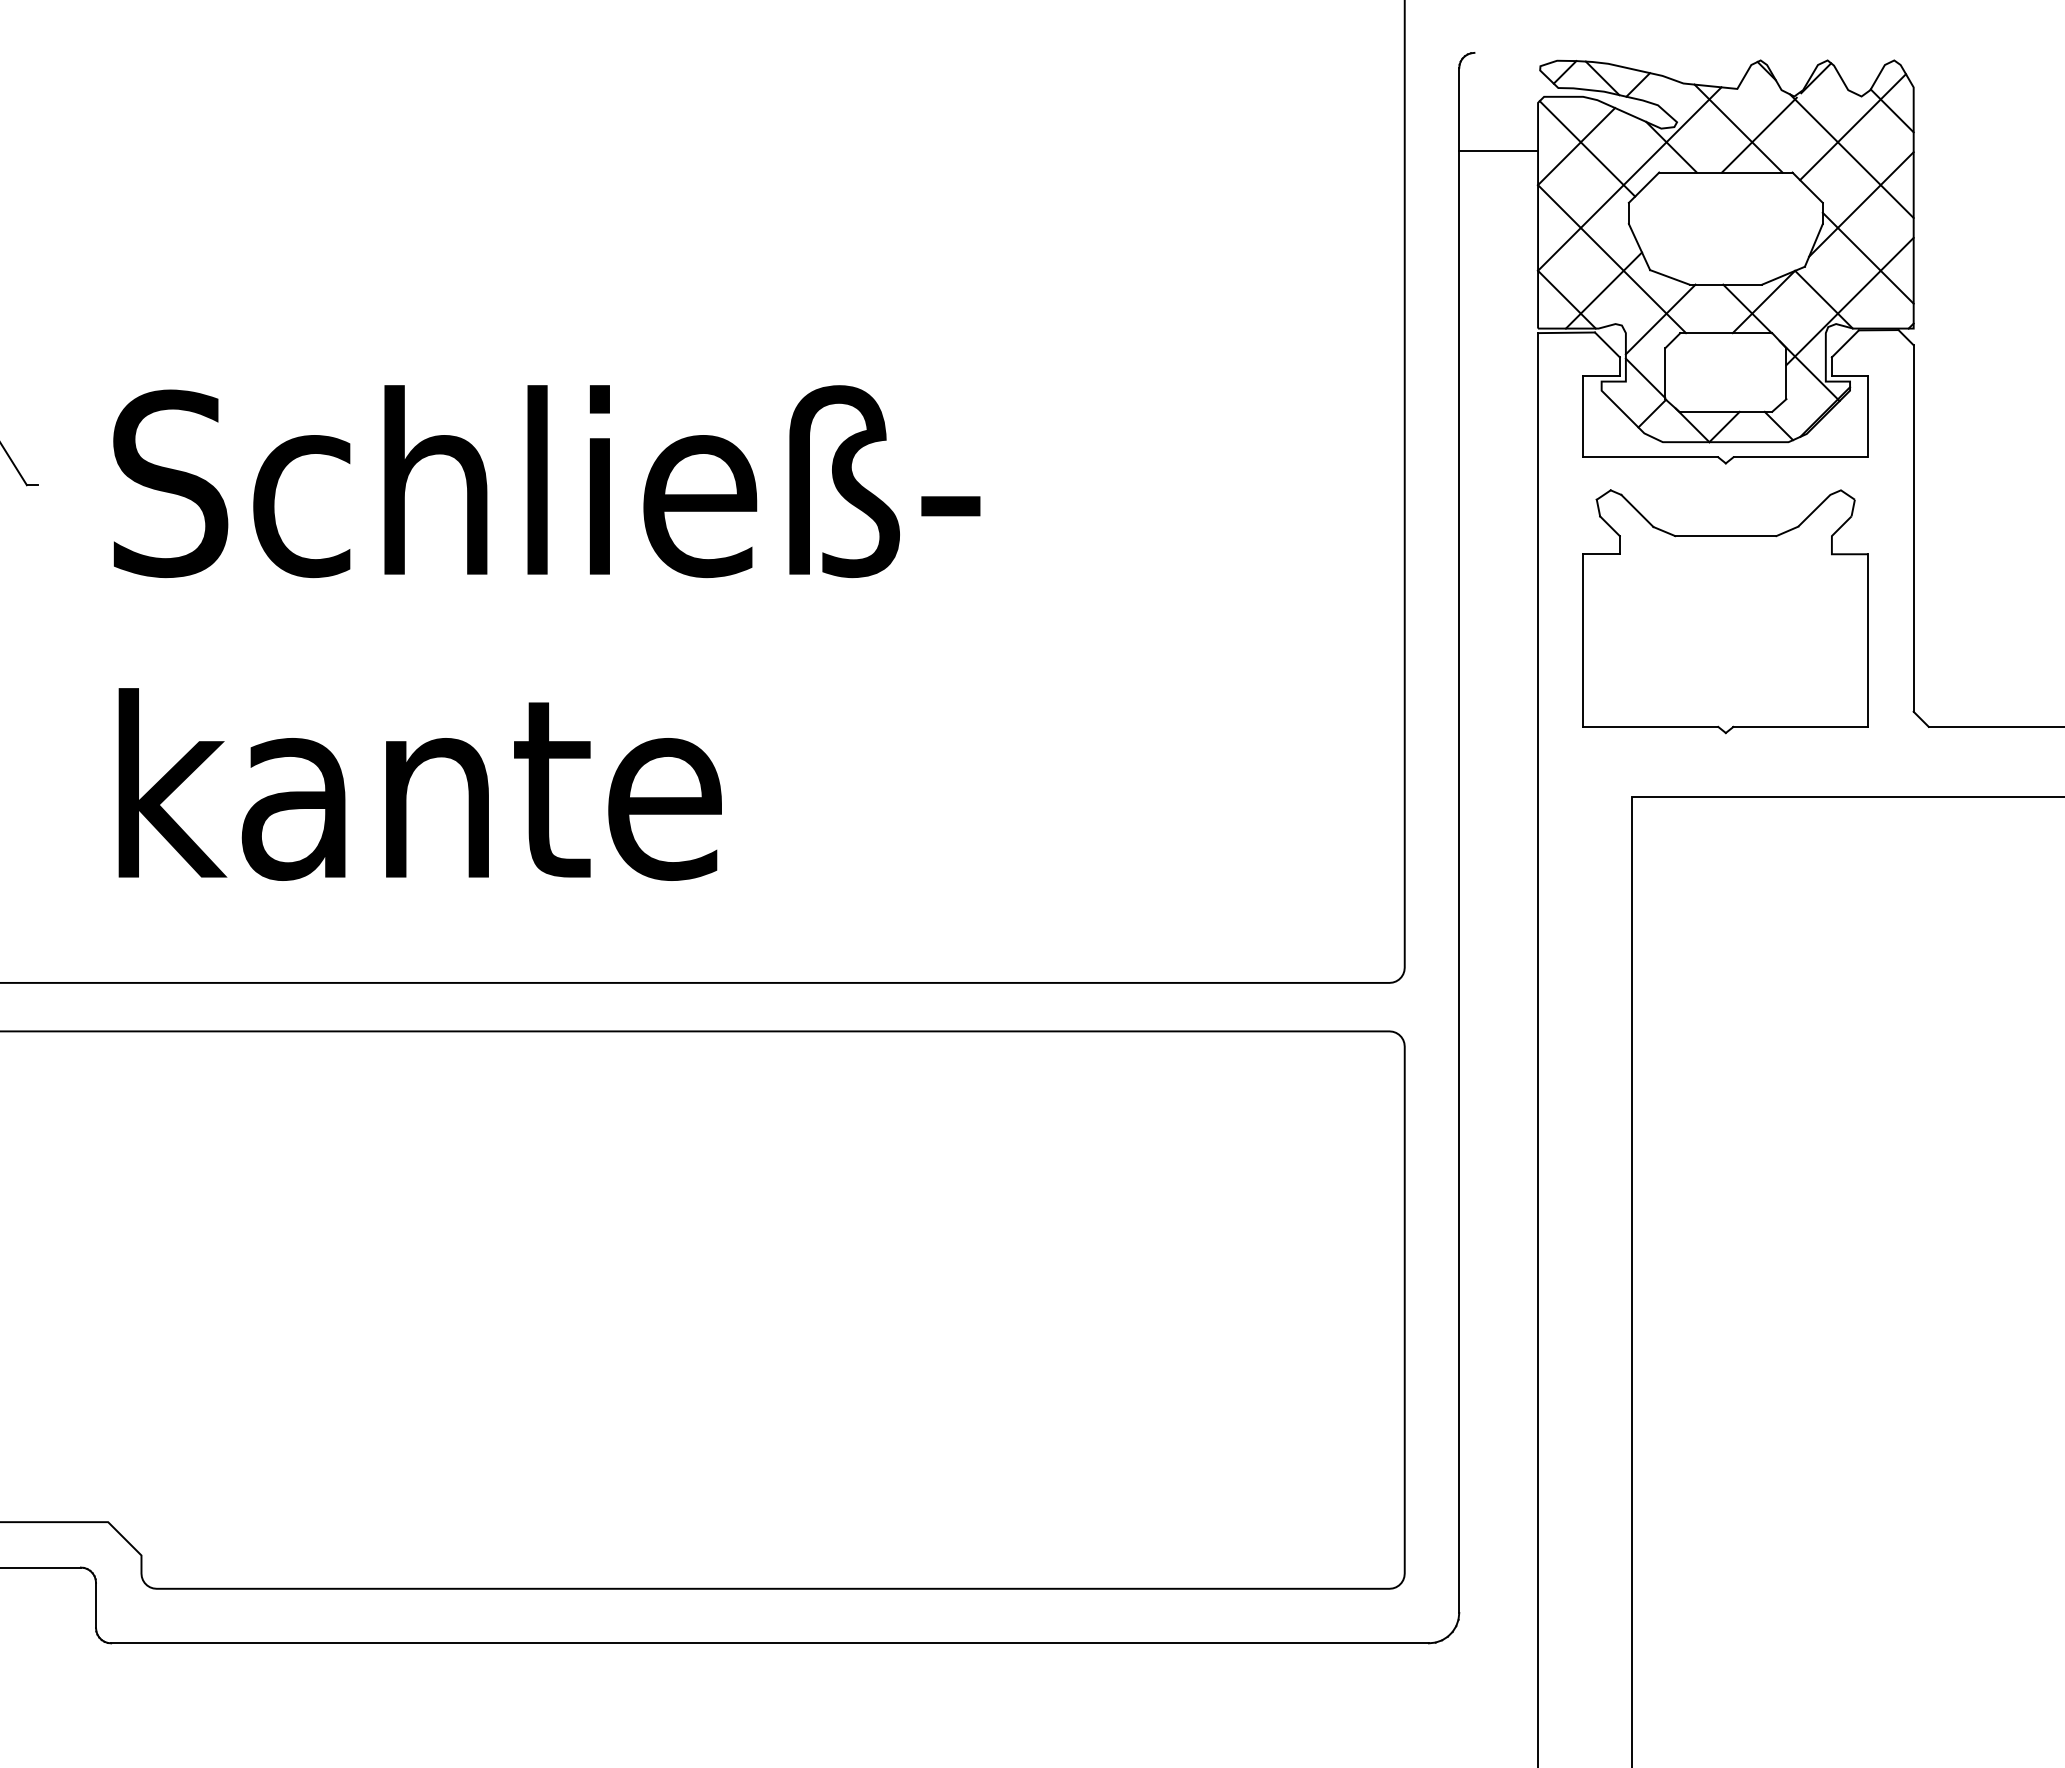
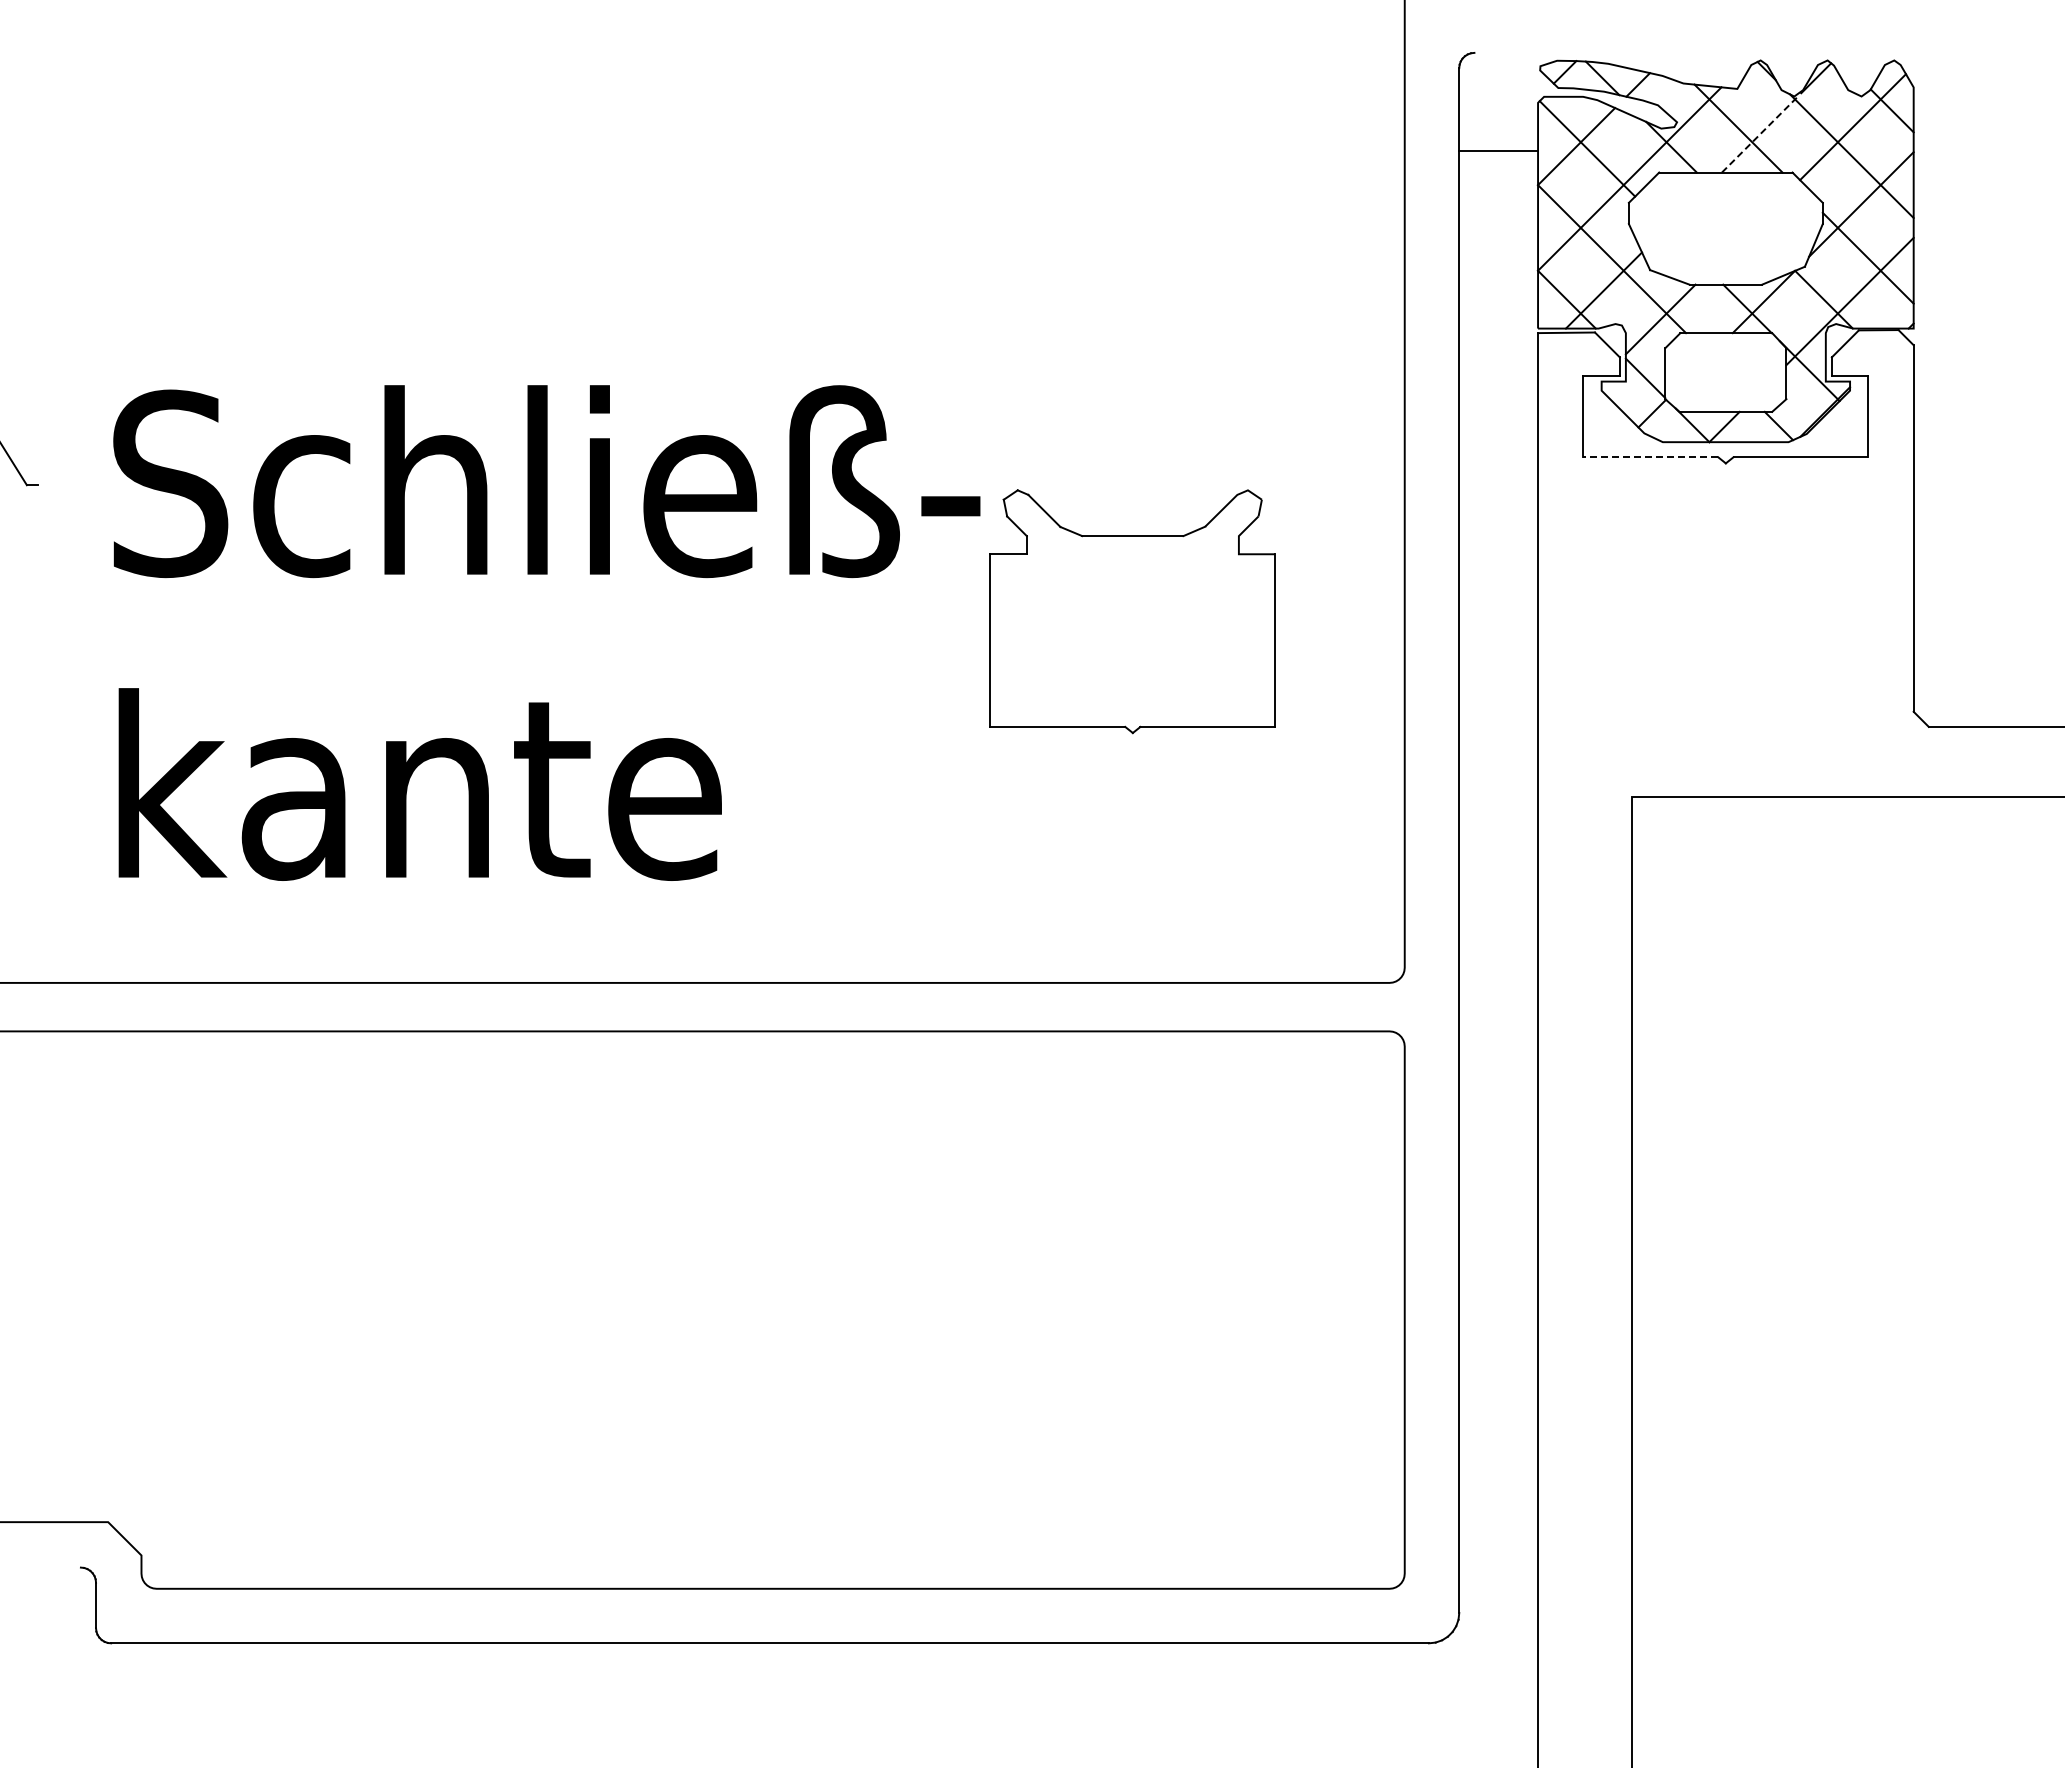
line at (1759, 135): solid -> dashed
line at (1650, 457): solid -> dashed
part at (1725, 611) position: (1725, 611) -> (1132, 611)
line at (41, 1567): present -> none
